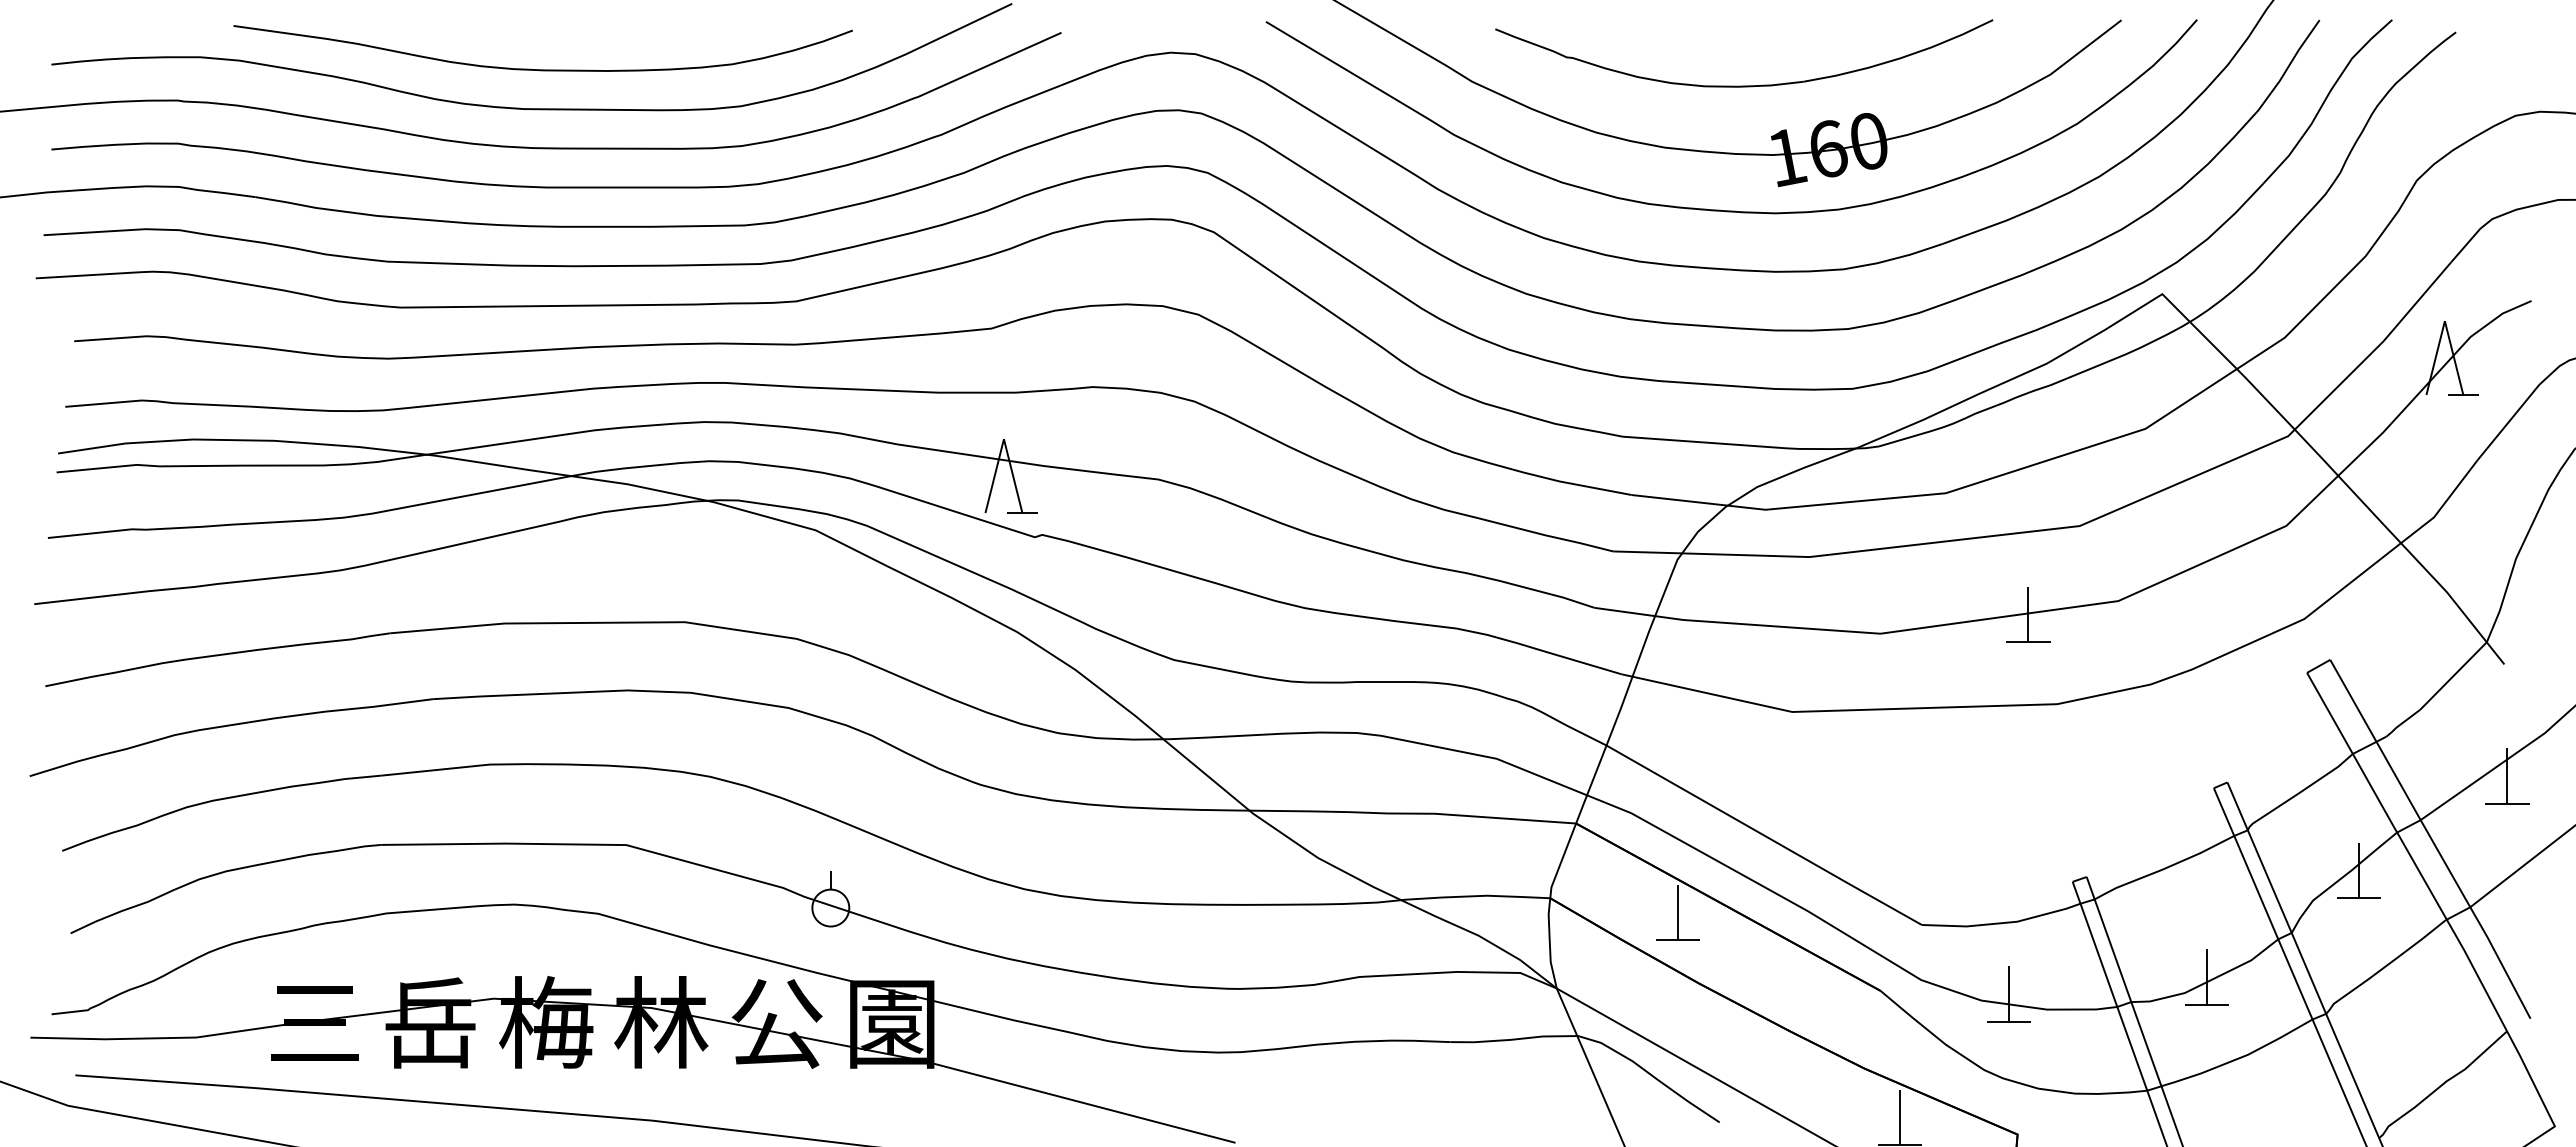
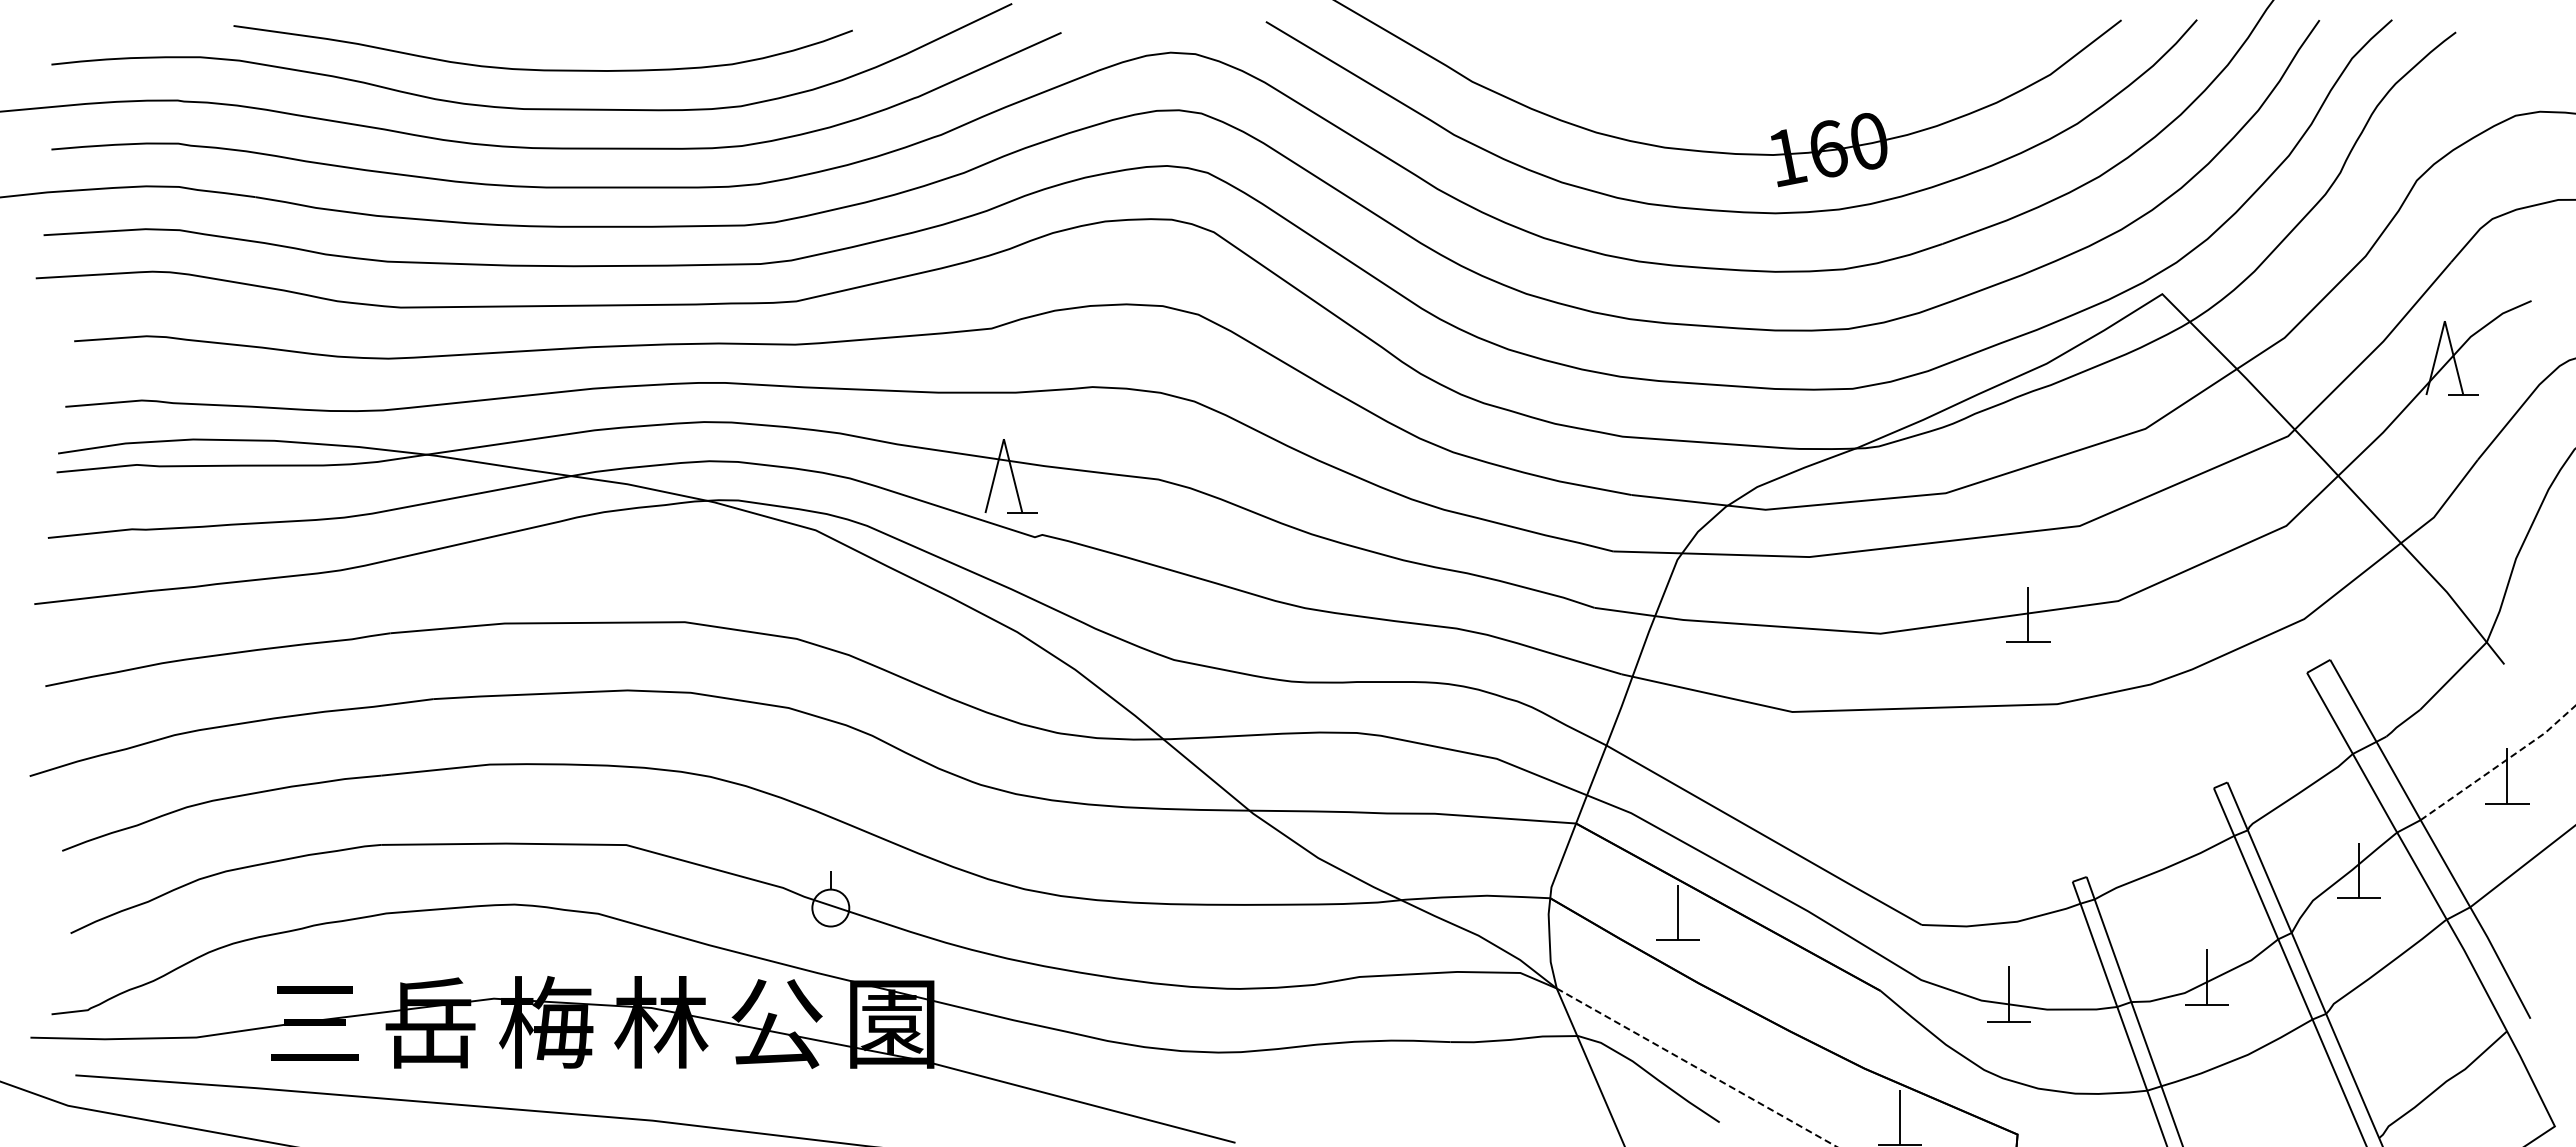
part at (1744, 85): present -> none
line at (2500, 763): solid -> dashed
line at (1696, 1067): solid -> dashed
